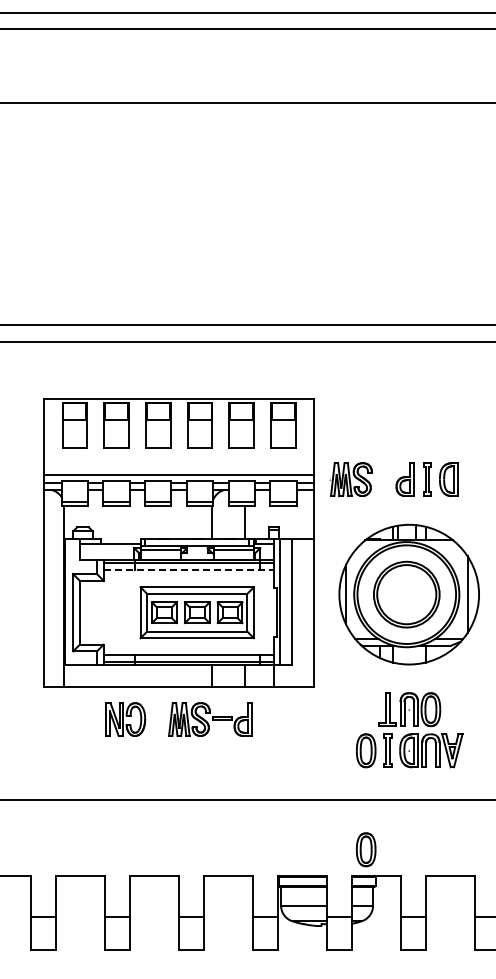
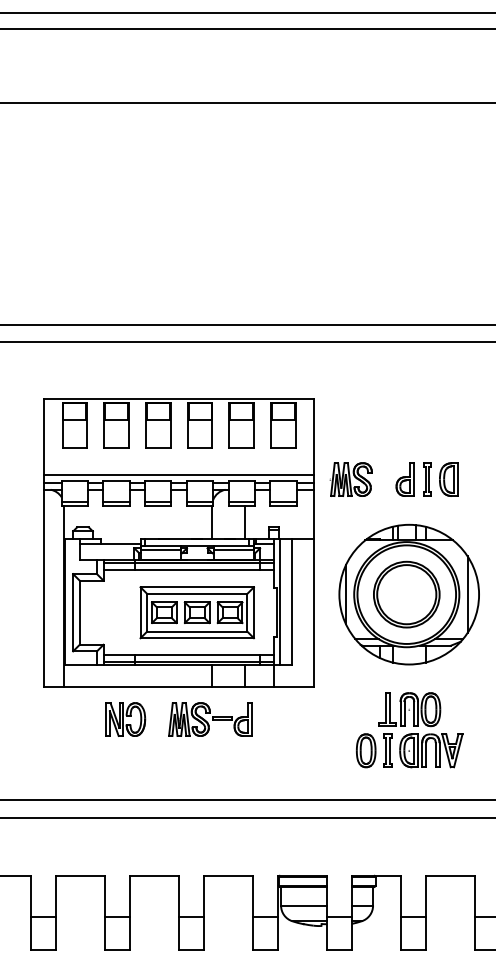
line at (189, 570): dashed -> solid
line at (247, 818): none -> present
part at (366, 849): present -> none
